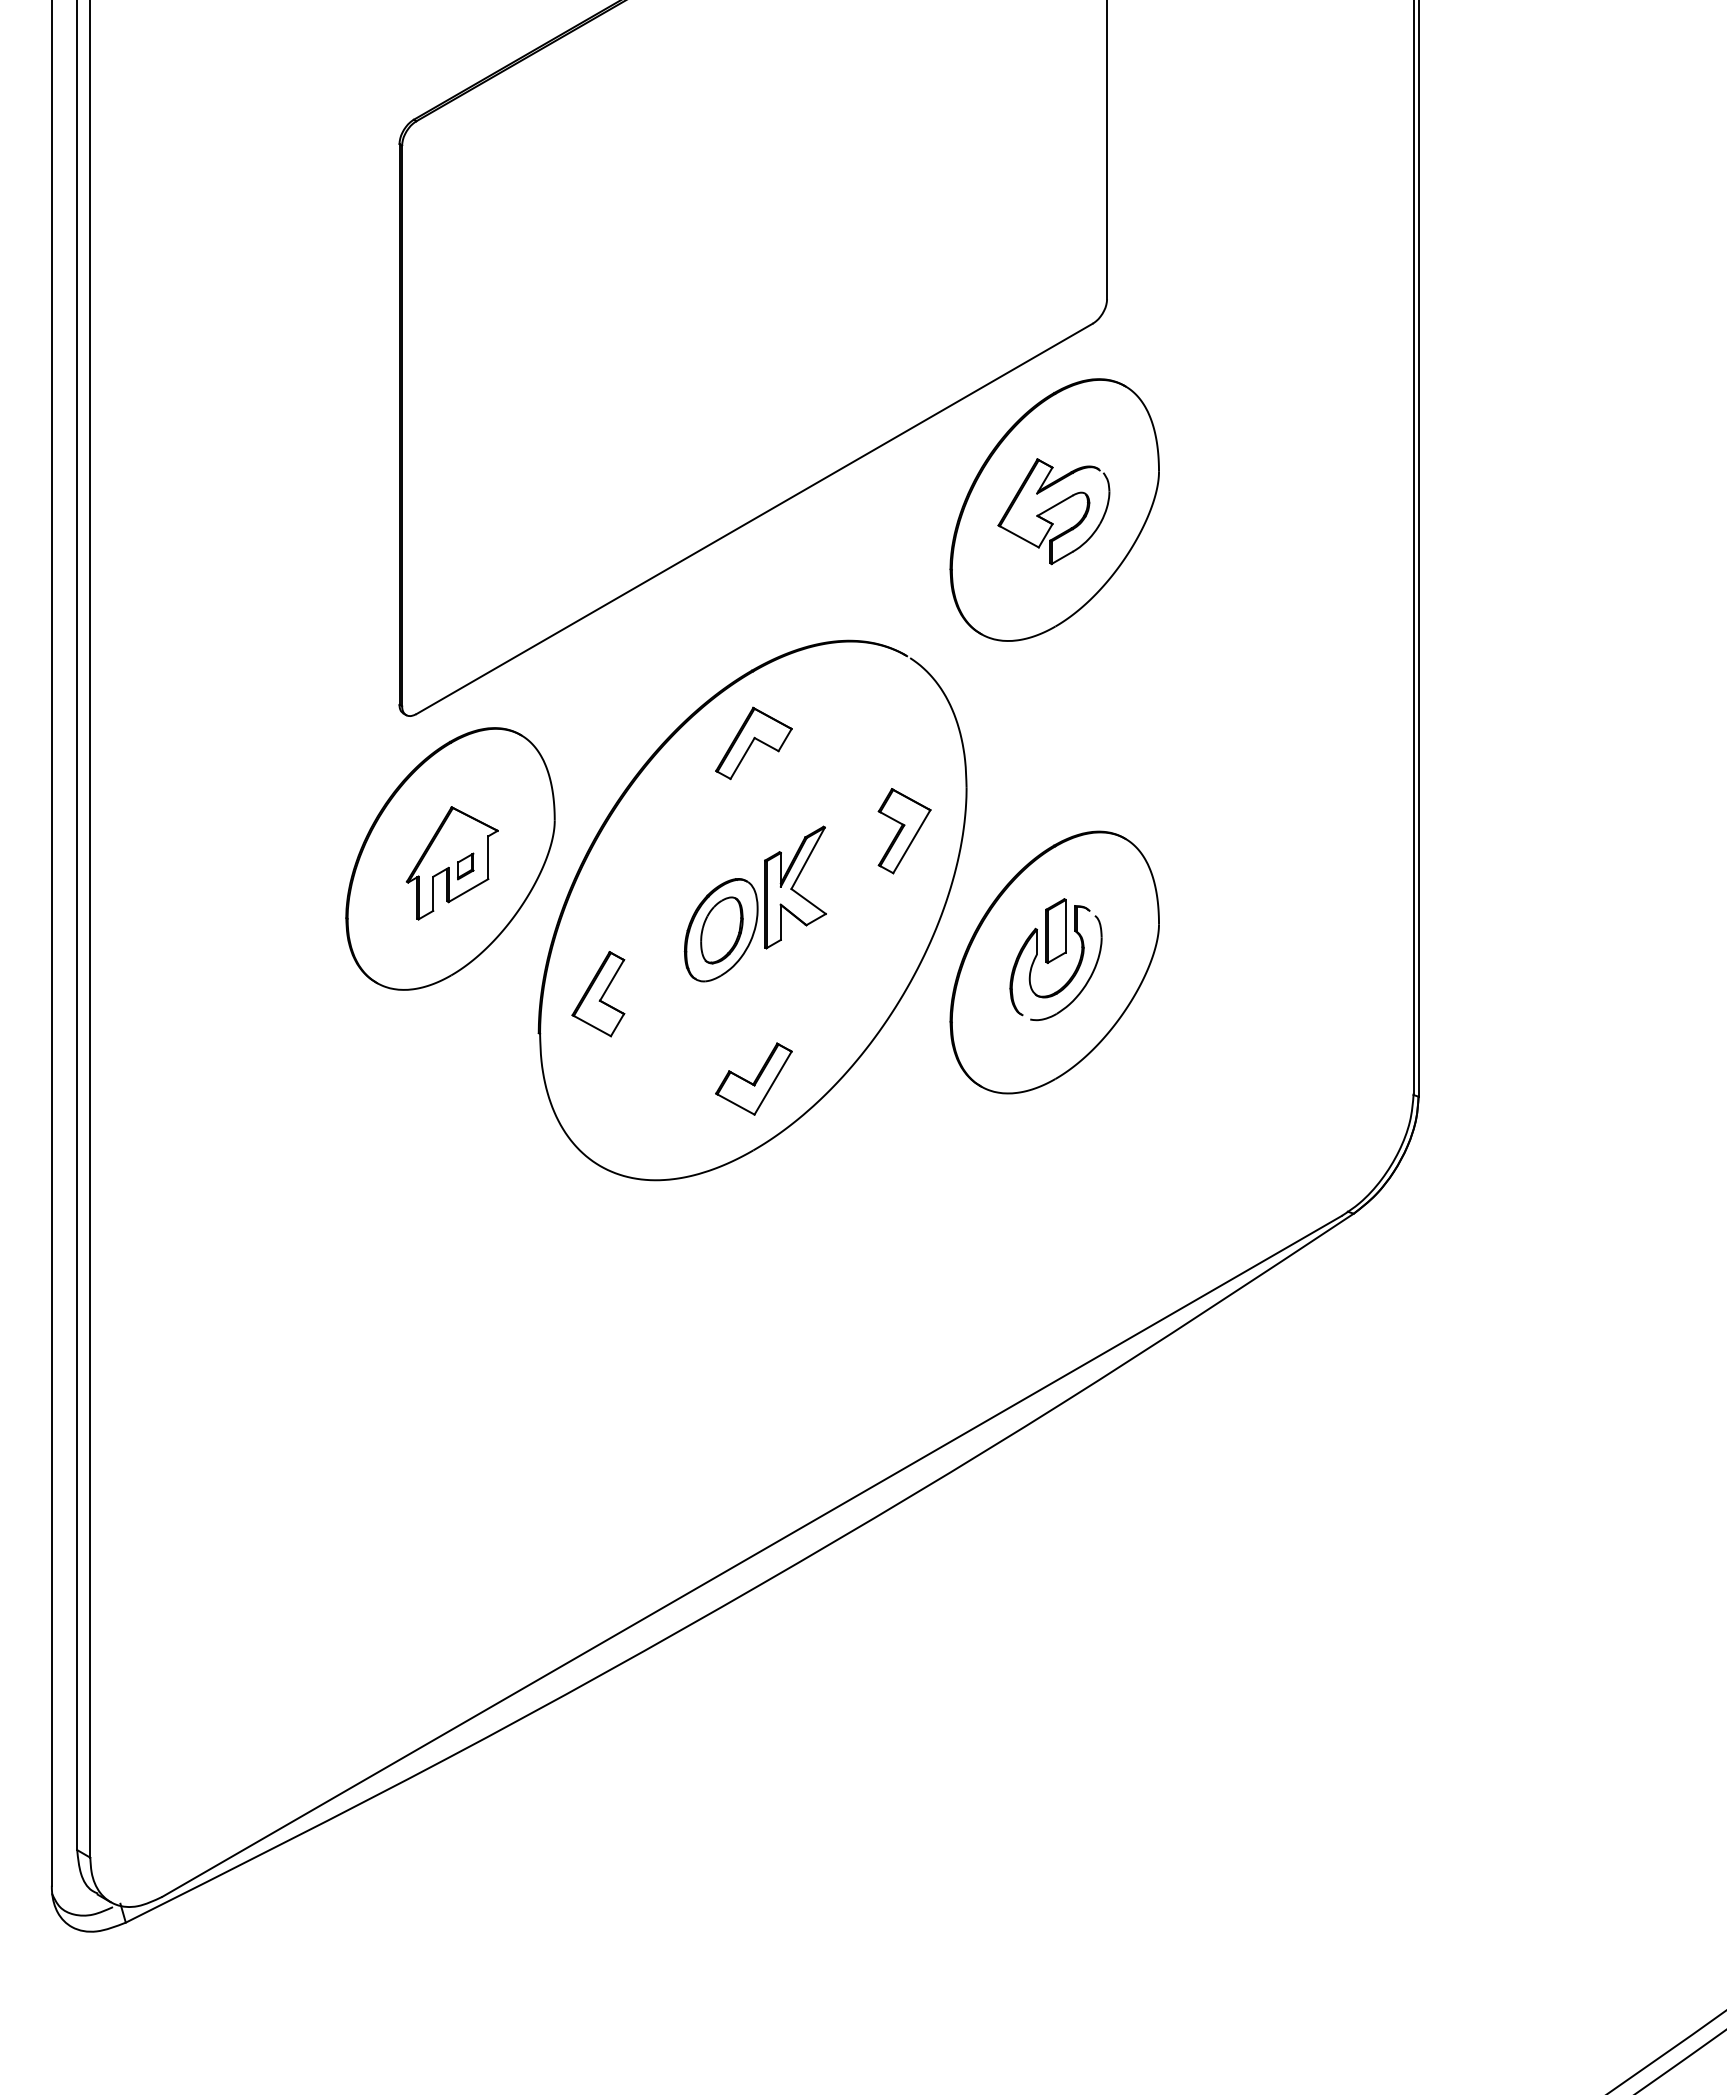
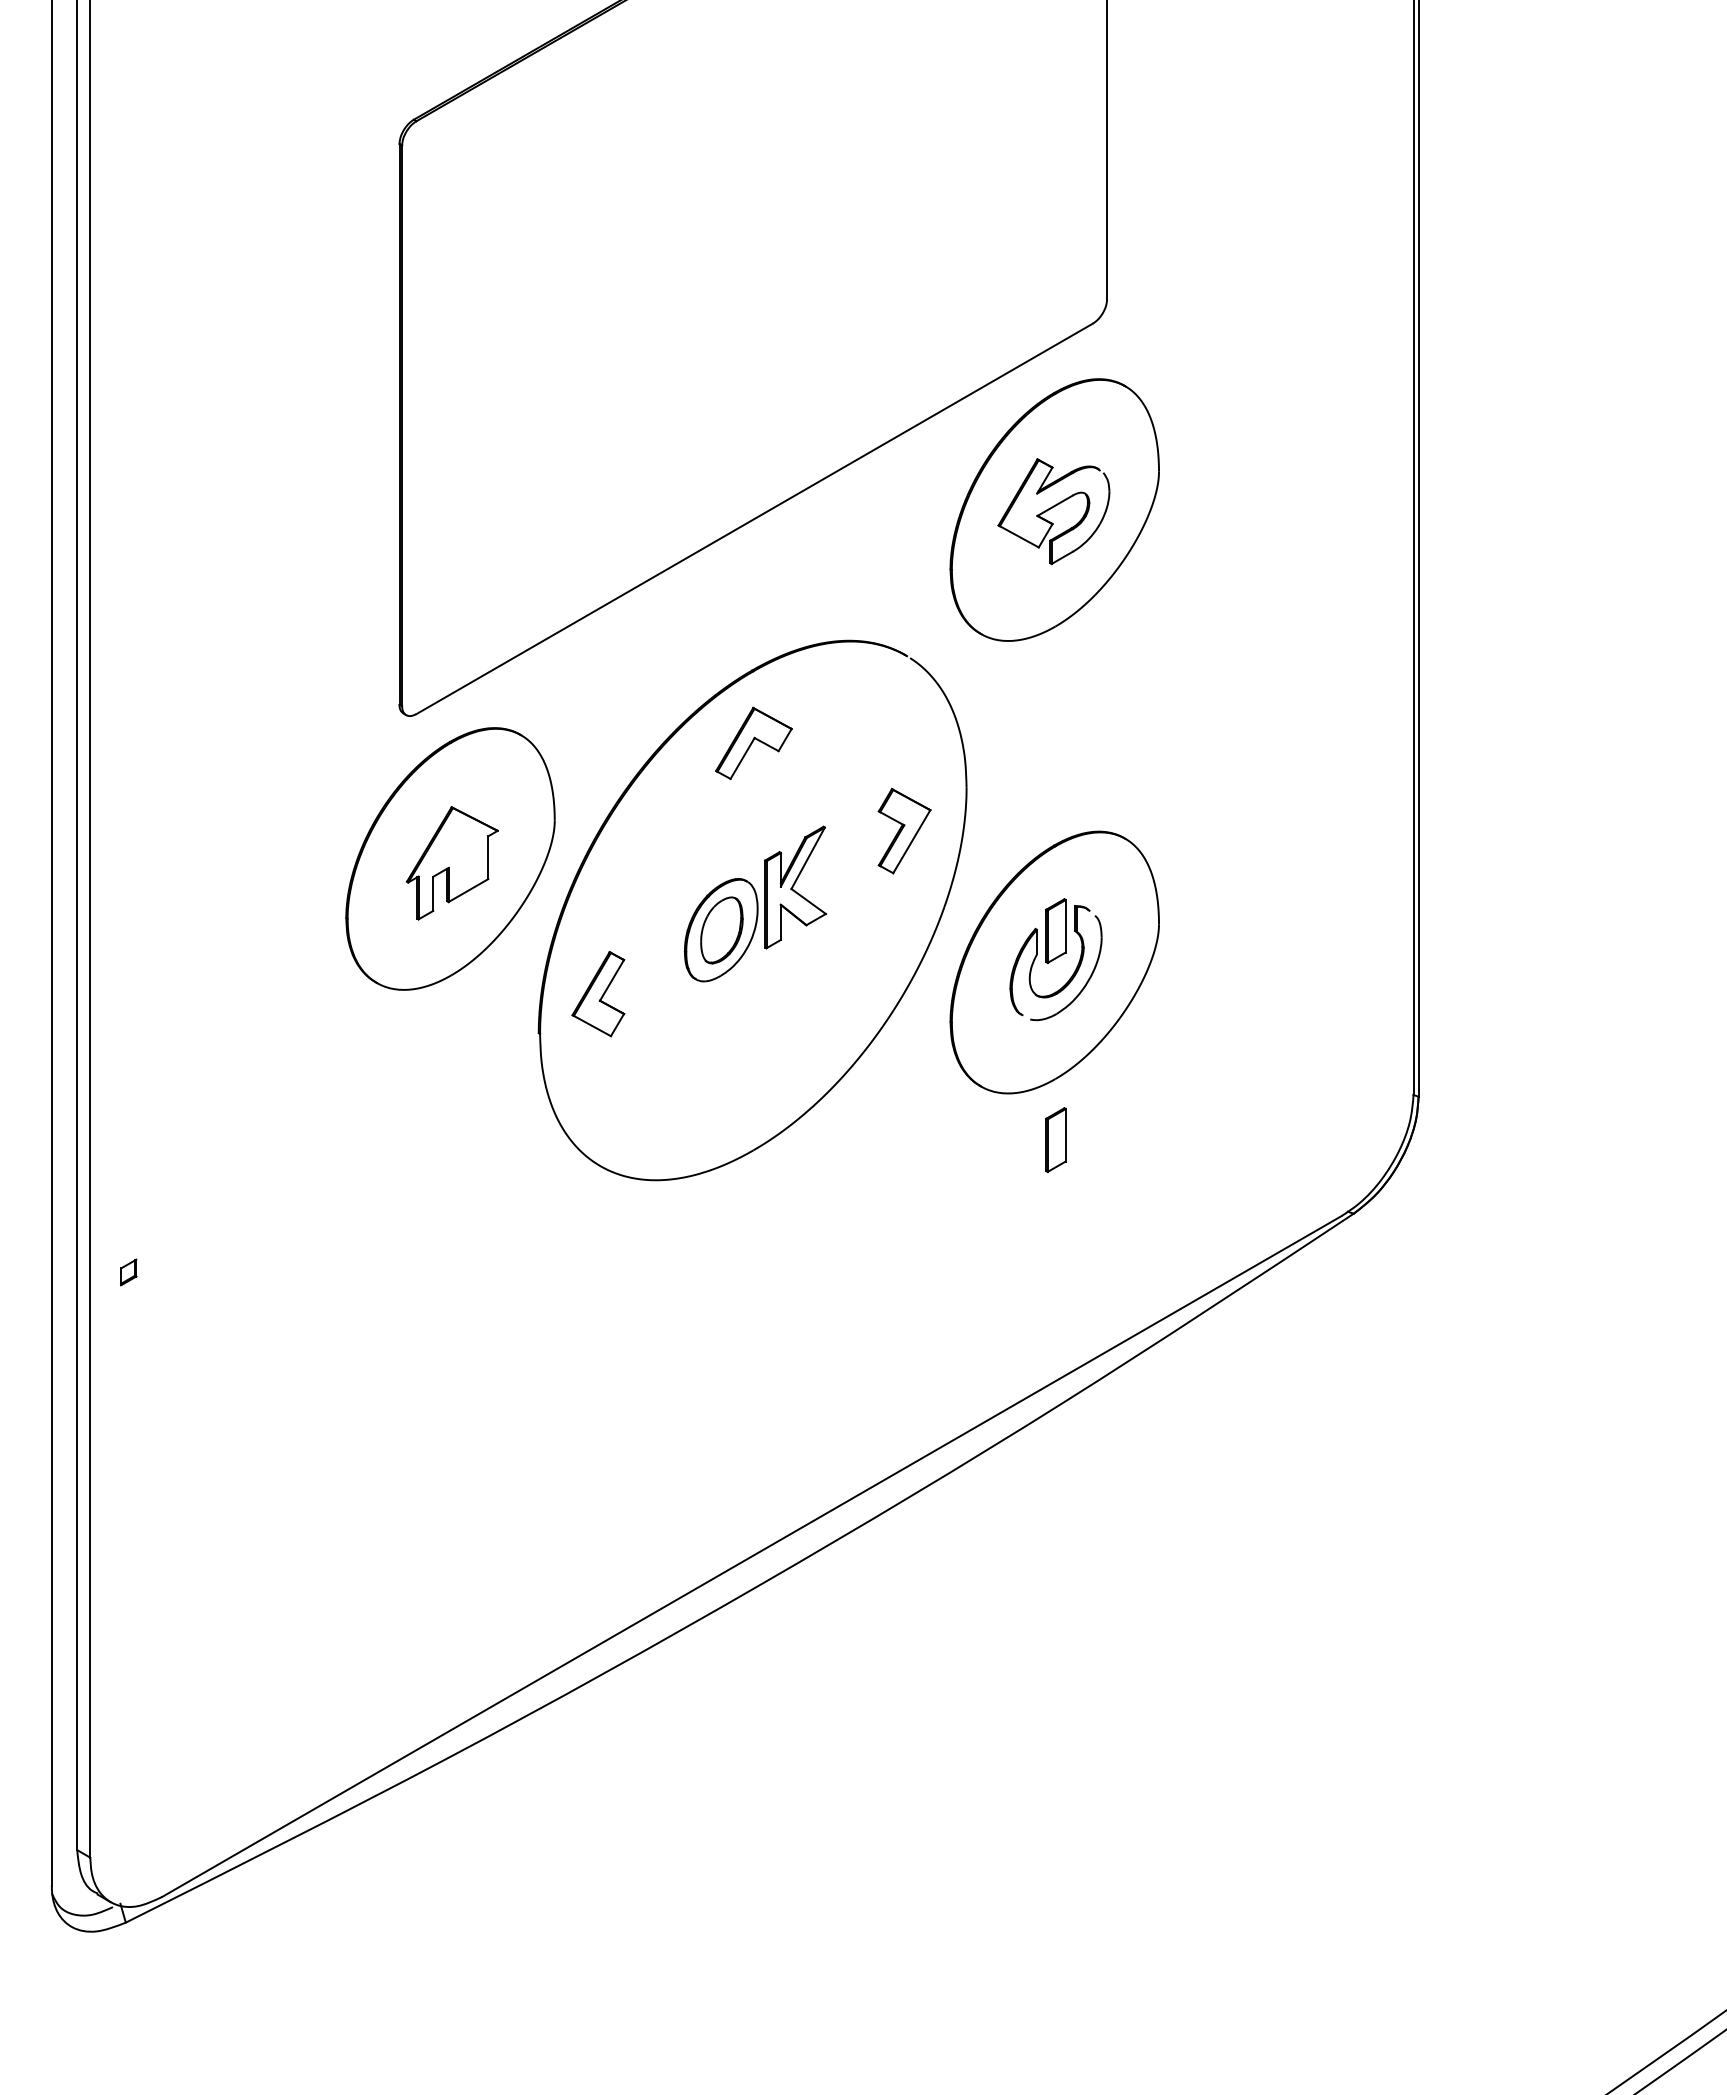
part at (465, 866) position: (465, 866) -> (128, 1272)
part at (753, 1078): present -> none
part at (1055, 1139): none -> present
